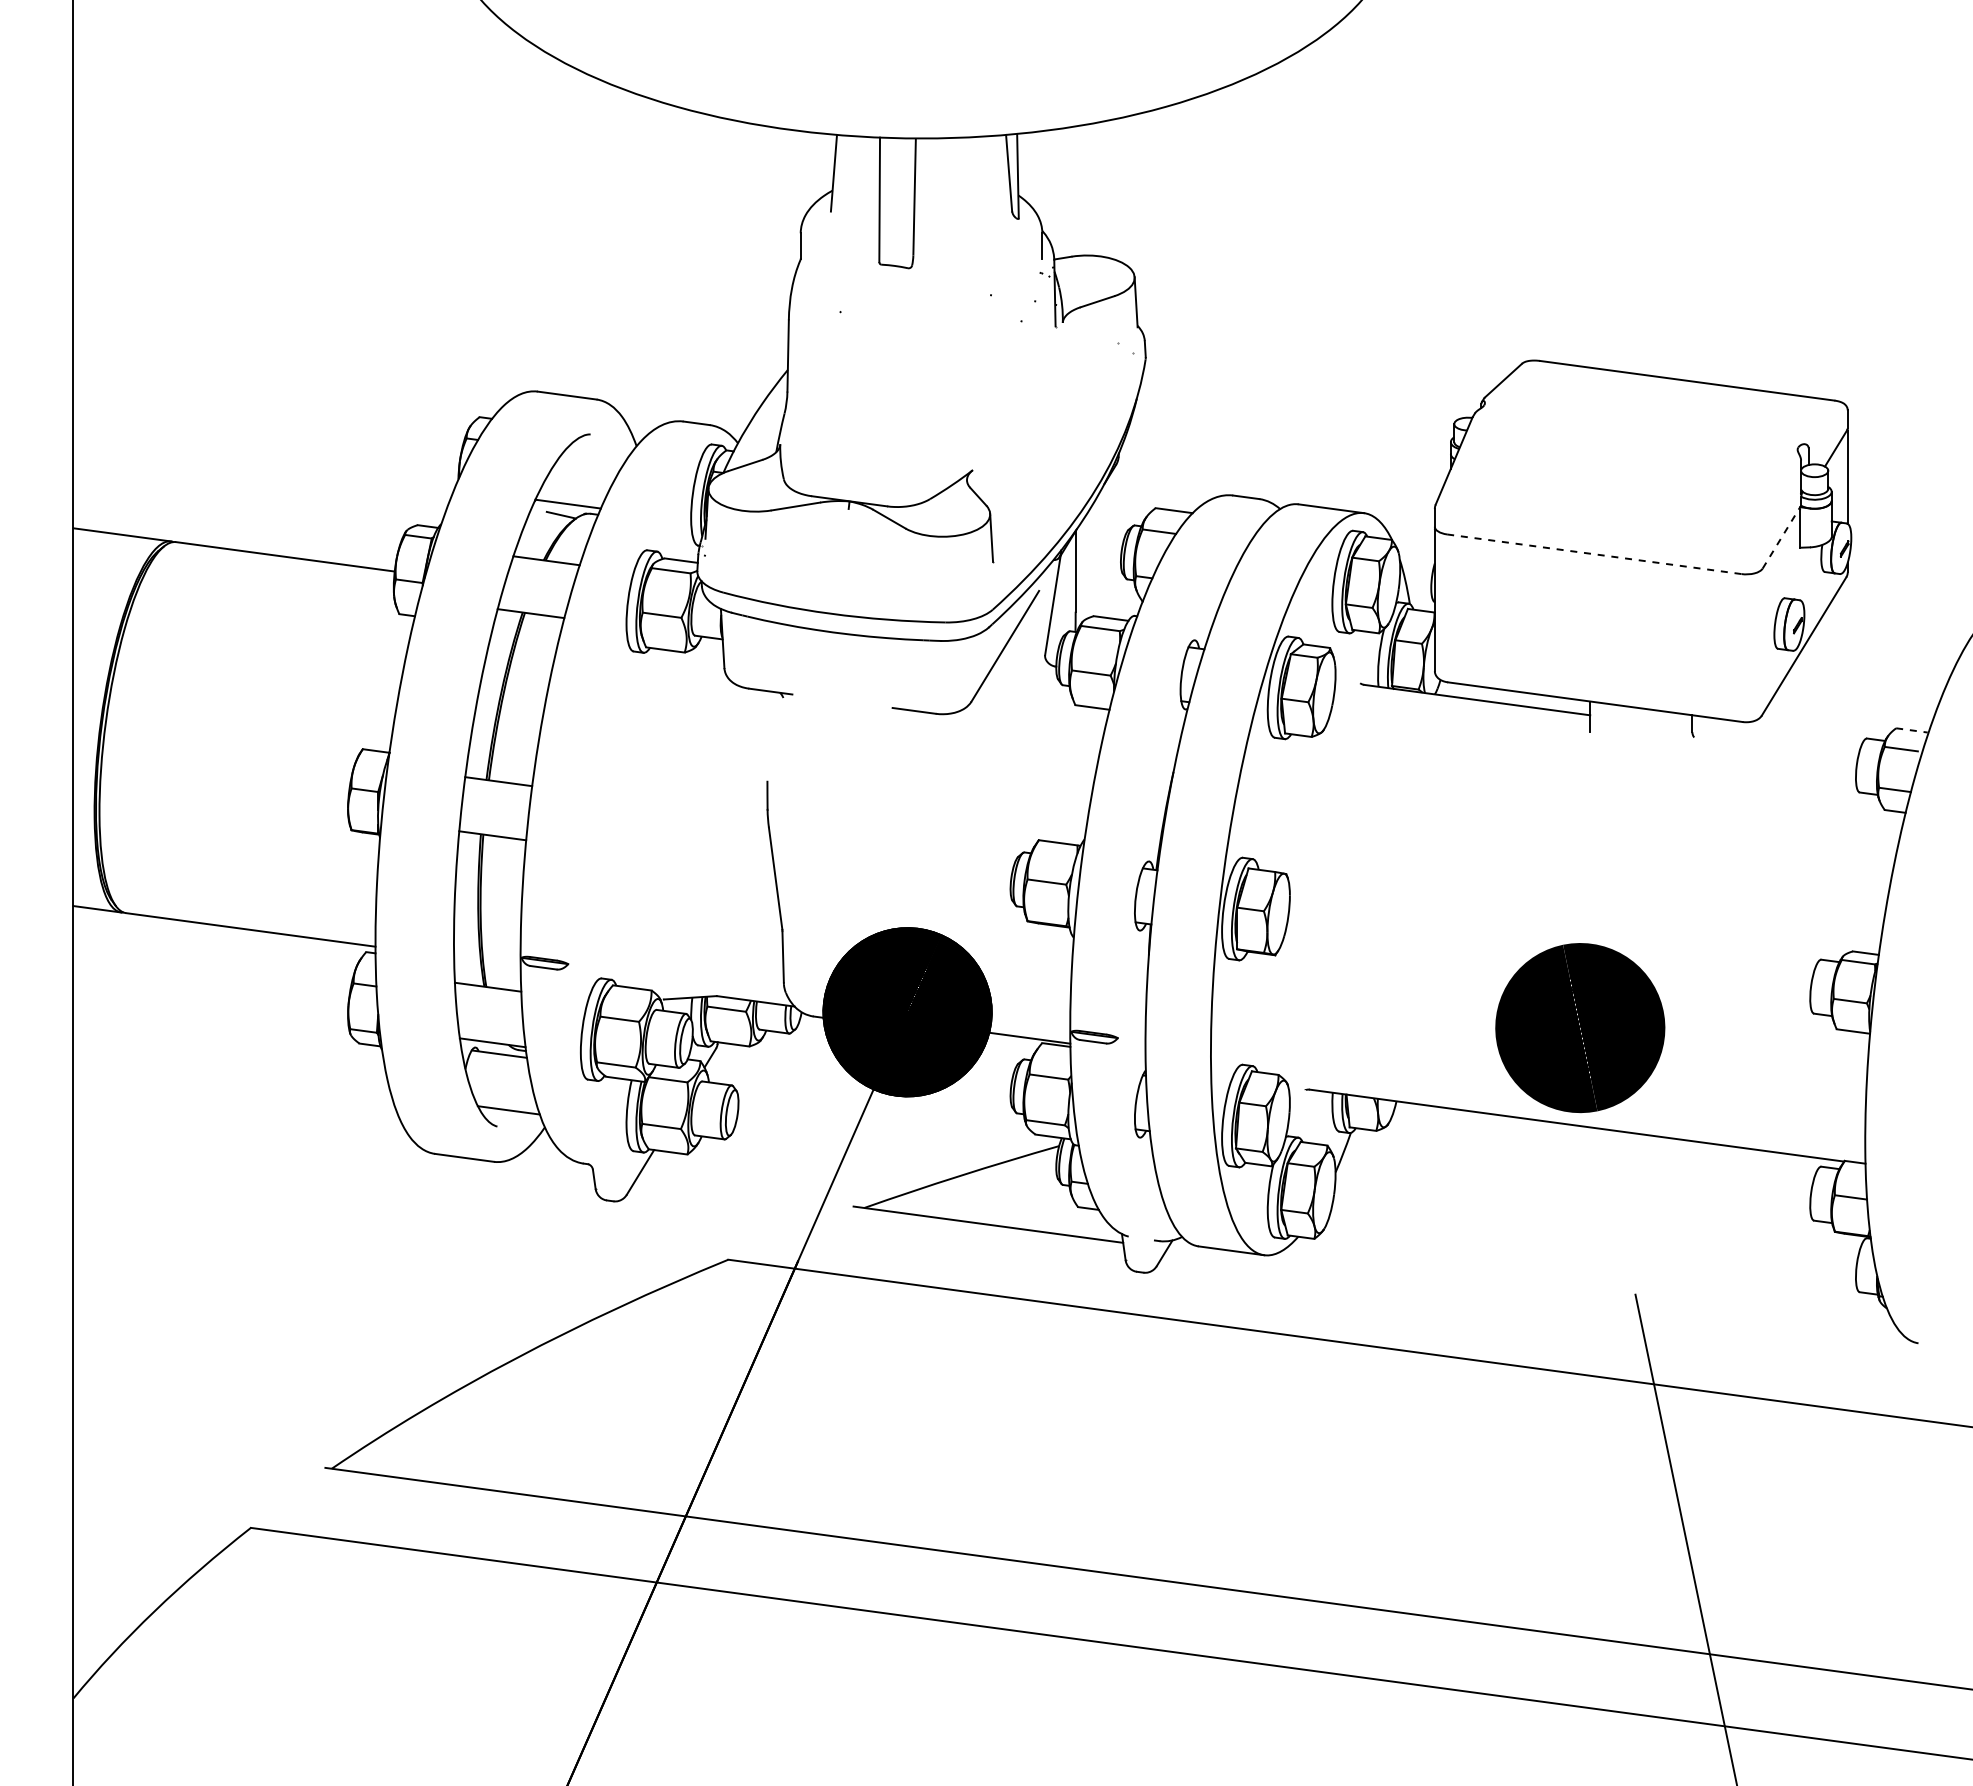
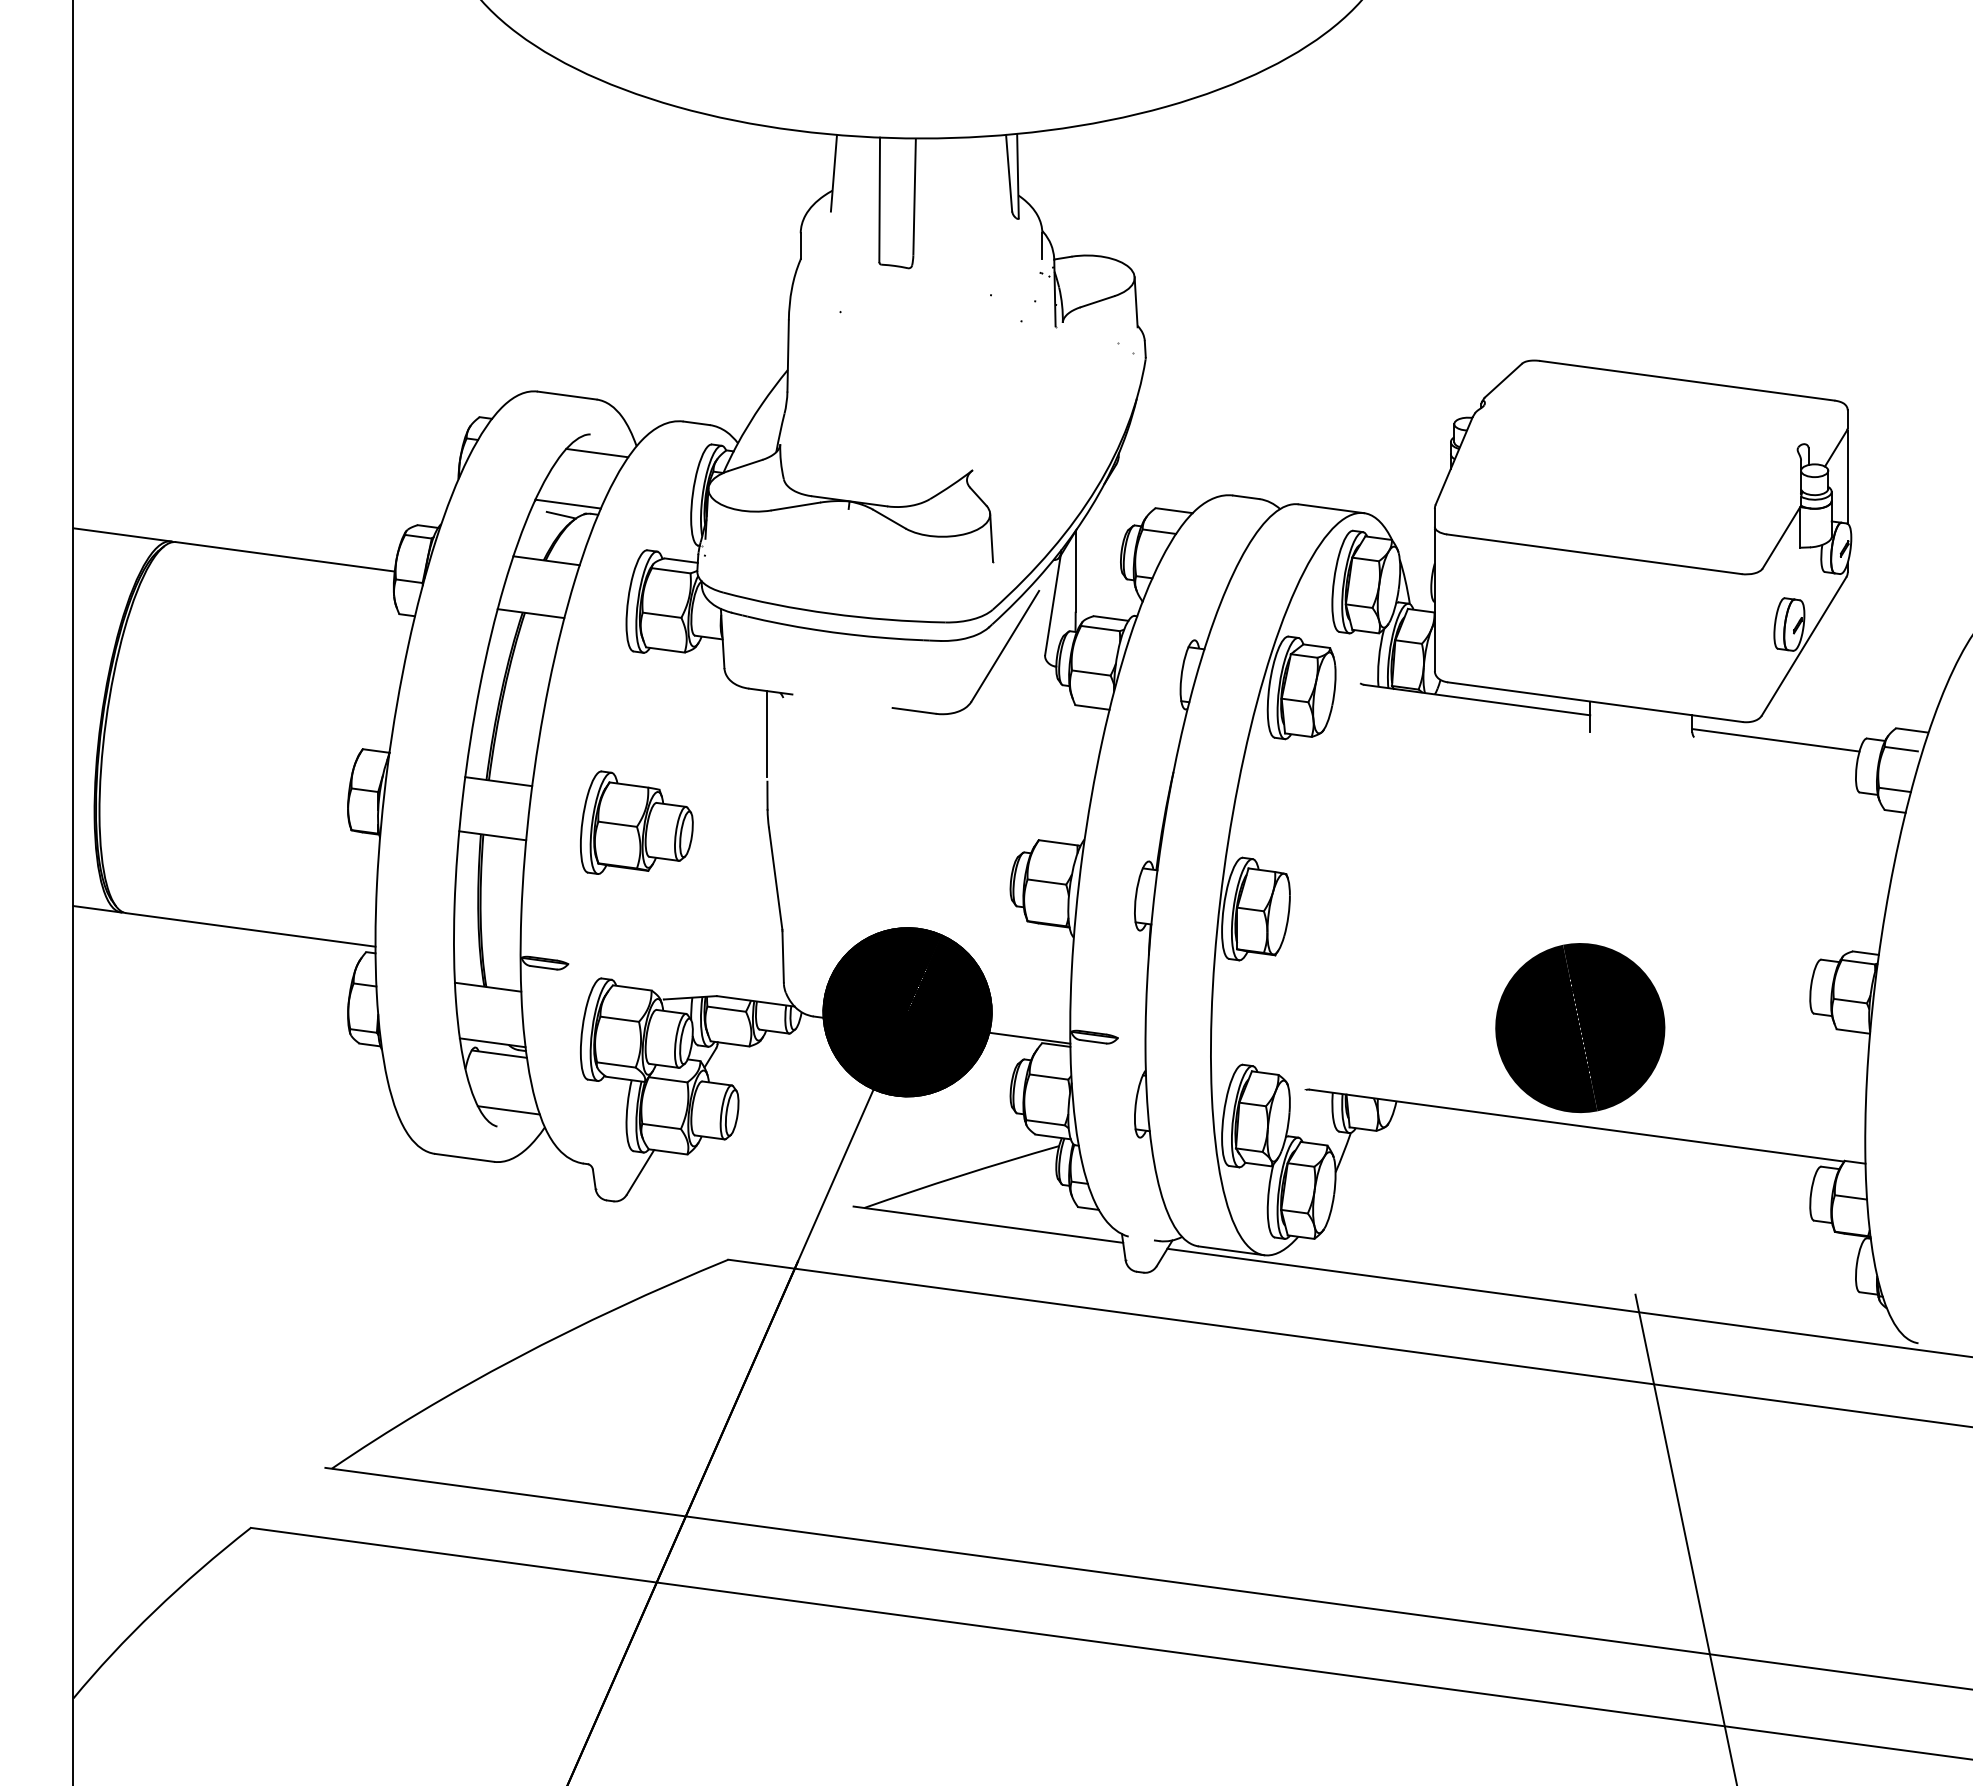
line at (597, 452): none -> present
line at (1781, 537): dashed -> solid
line at (1594, 554): dashed -> solid
line at (1911, 730): dashed -> solid
line at (767, 734): none -> present
line at (1775, 740): none -> present
part at (636, 822): none -> present
line at (1568, 1302): none -> present
